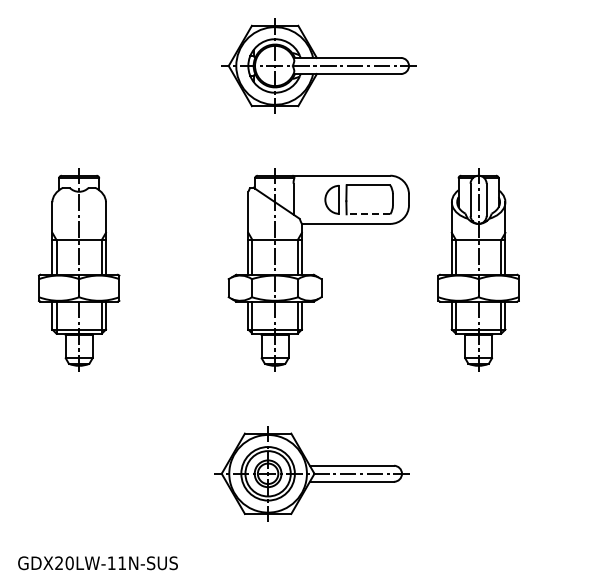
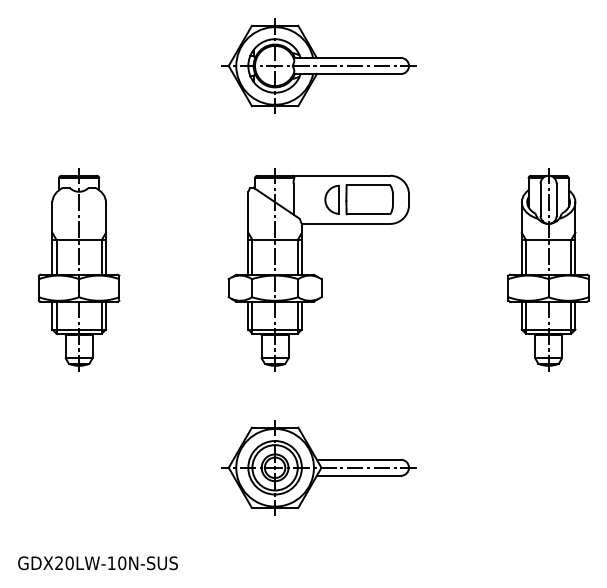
line at (368, 214): dashed -> solid
part at (478, 269) position: (478, 269) -> (548, 269)
part at (311, 473) position: (311, 473) -> (318, 467)
text at (122, 563): GDX20LW-11N-SUS -> GDX20LW-10N-SUS
